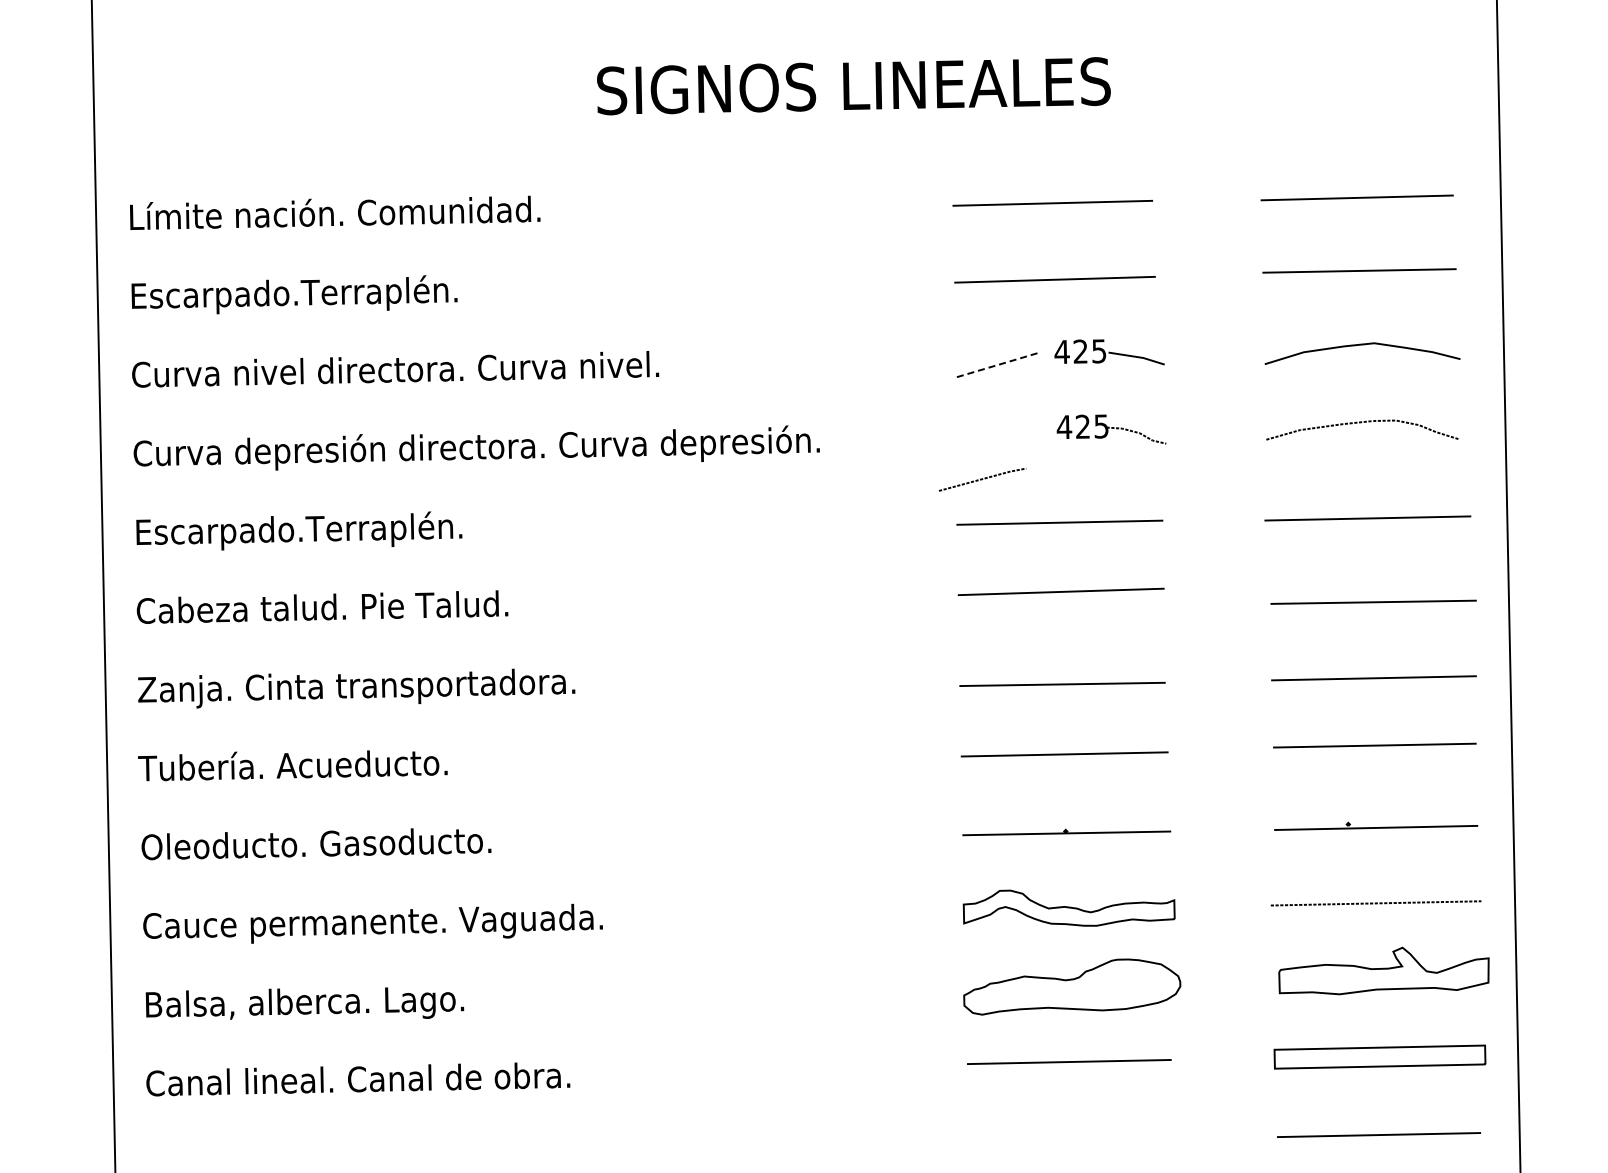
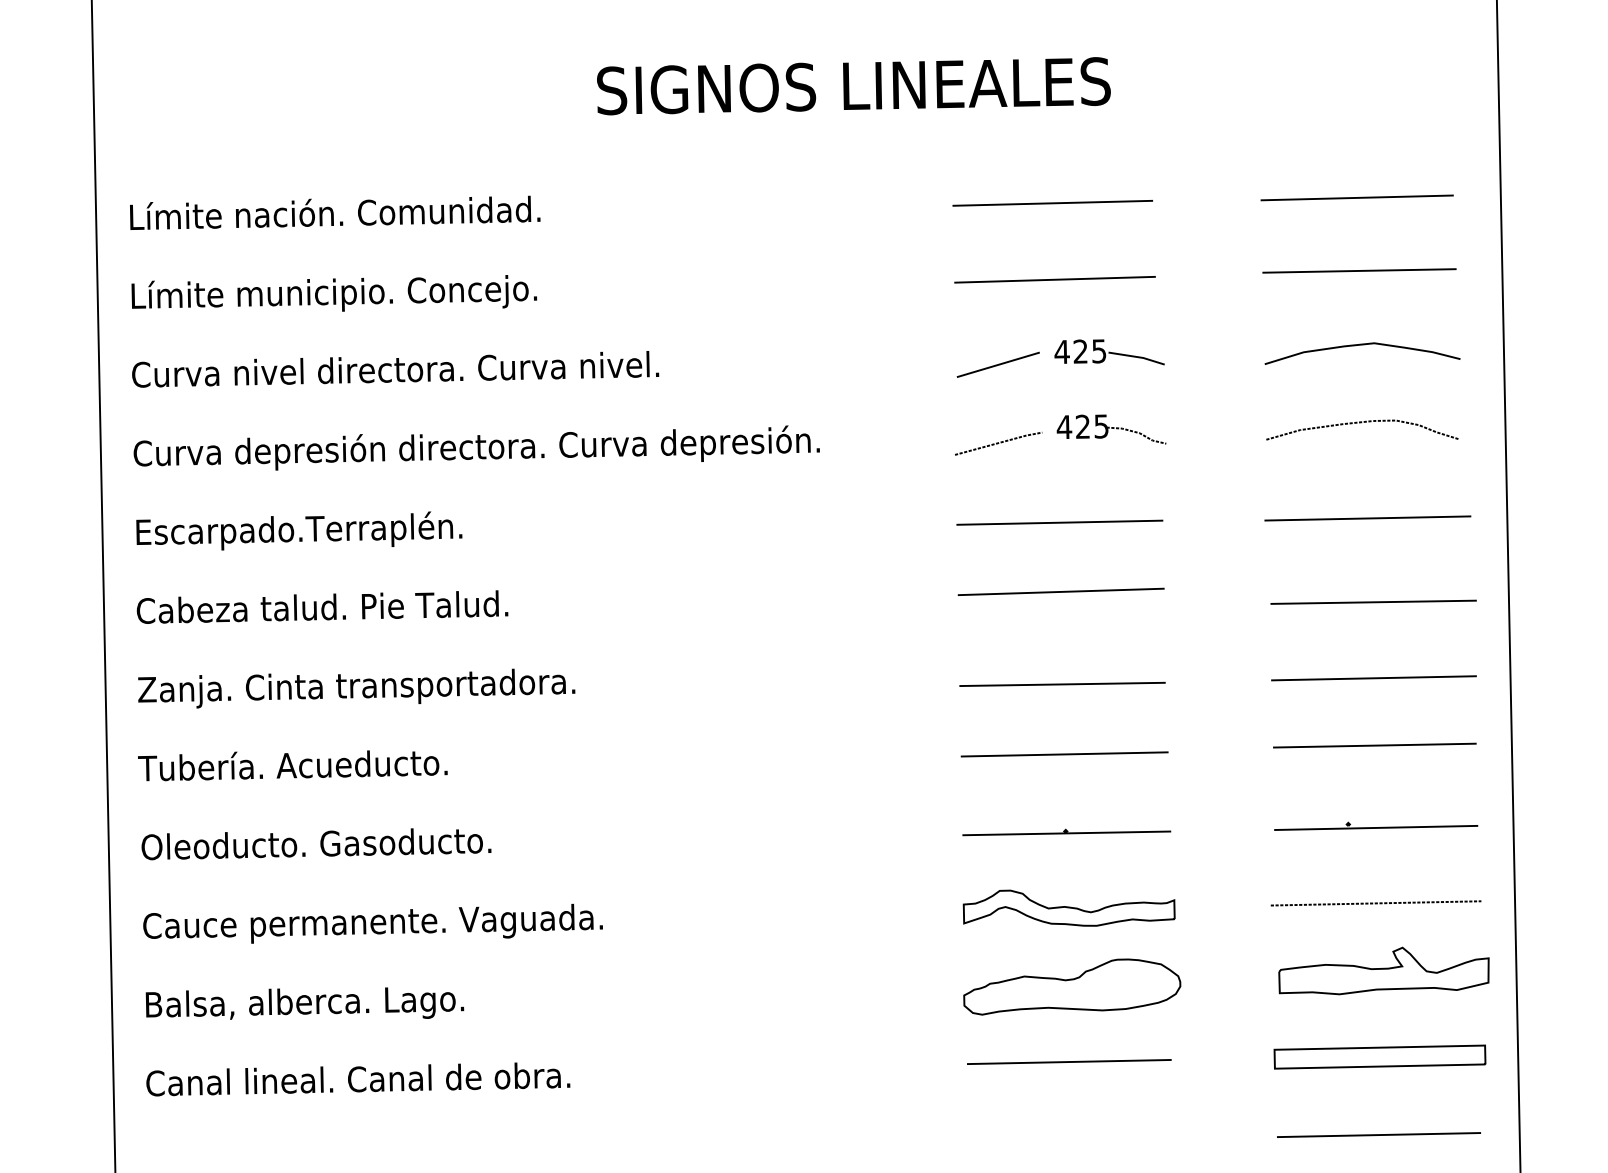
text at (335, 294): Escarpado.Terraplén. -> Límite municipio. Concejo.
line at (998, 364): dashed -> solid
line at (982, 479) position: (982, 479) -> (998, 443)
